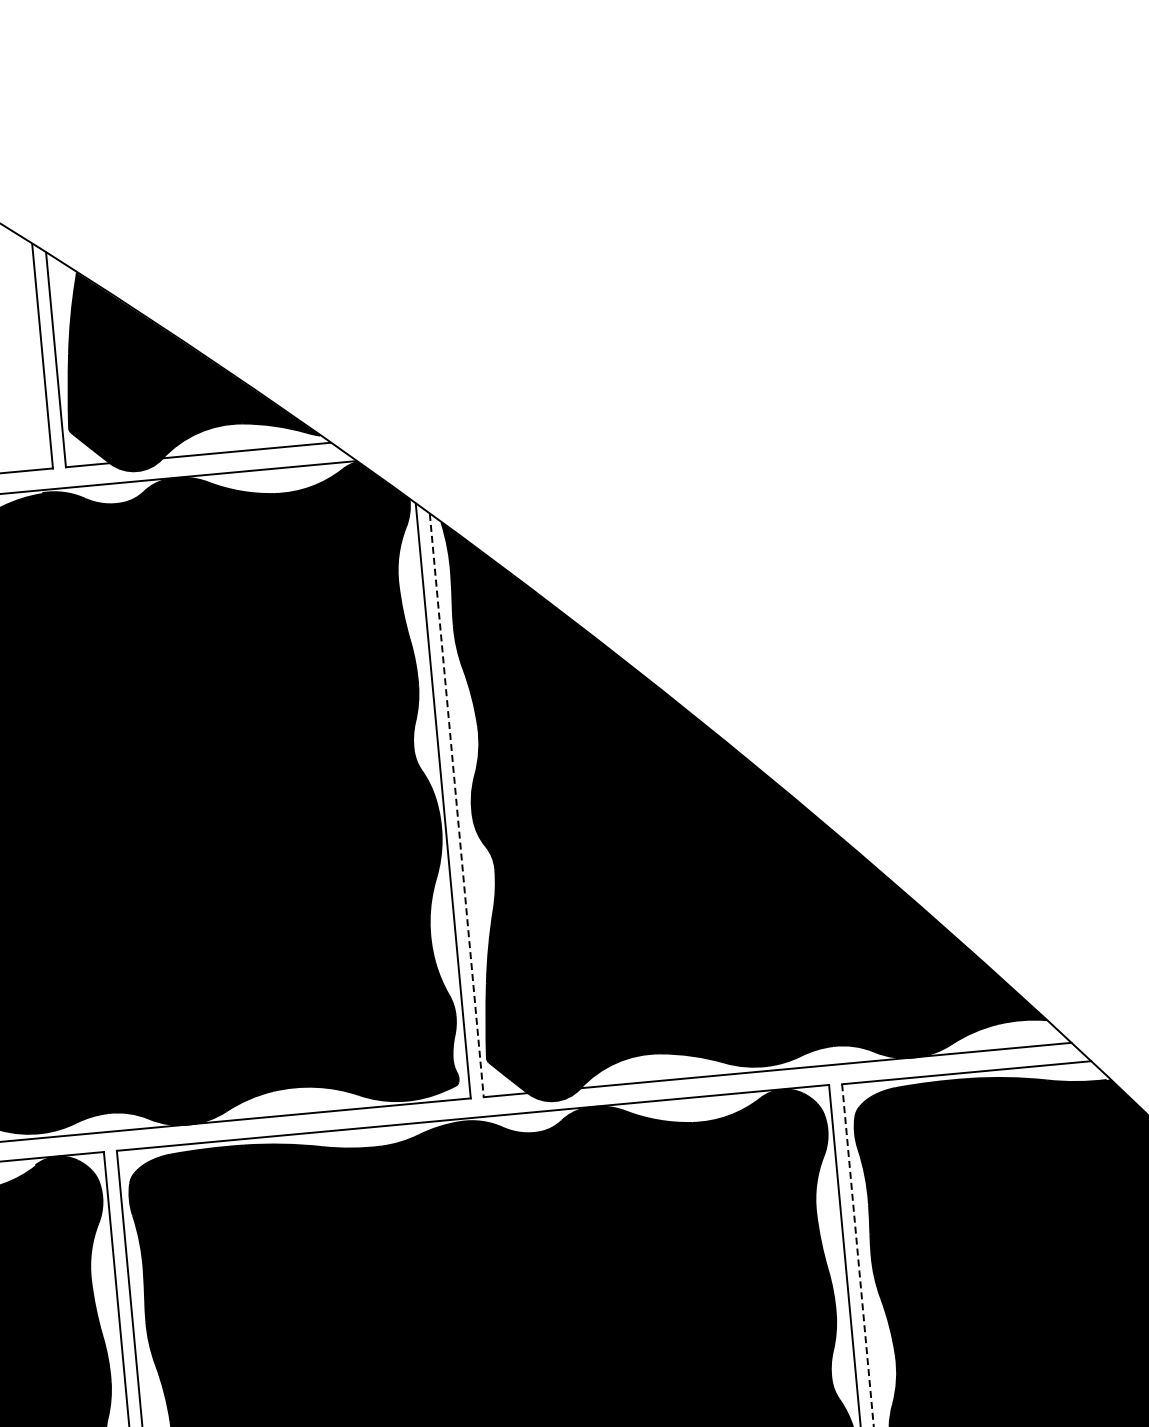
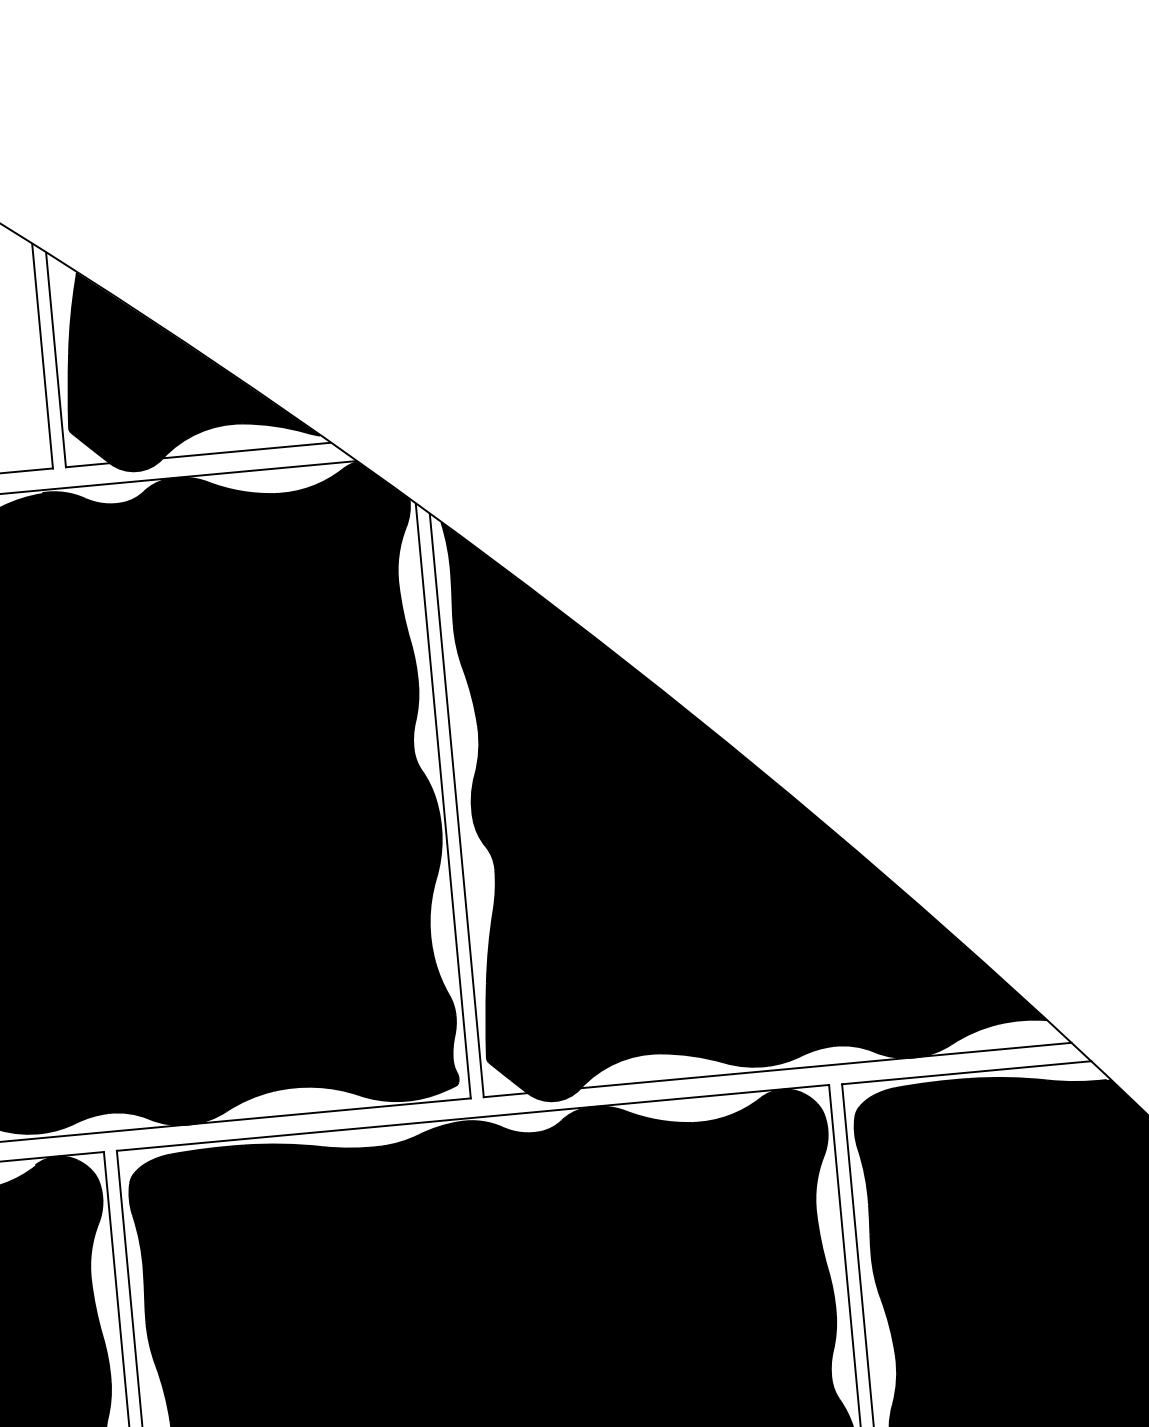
line at (456, 805): dashed -> solid
line at (857, 1255): dashed -> solid
